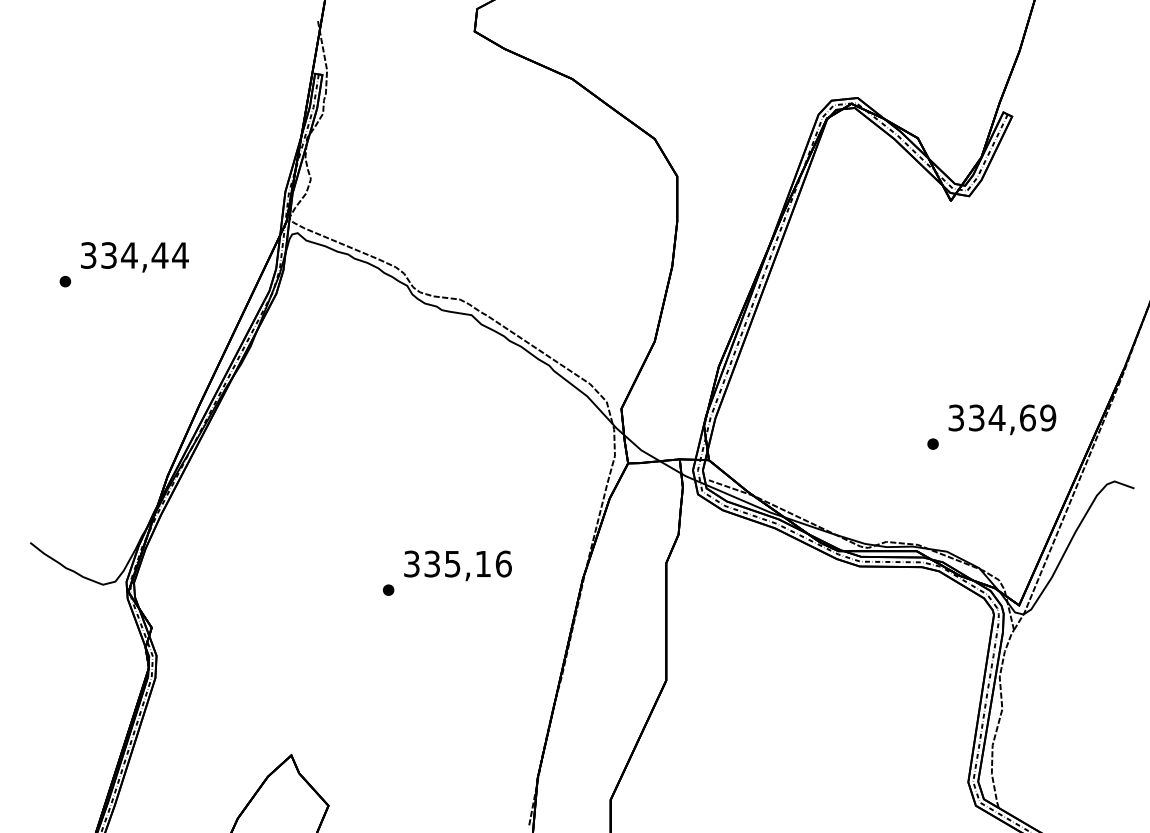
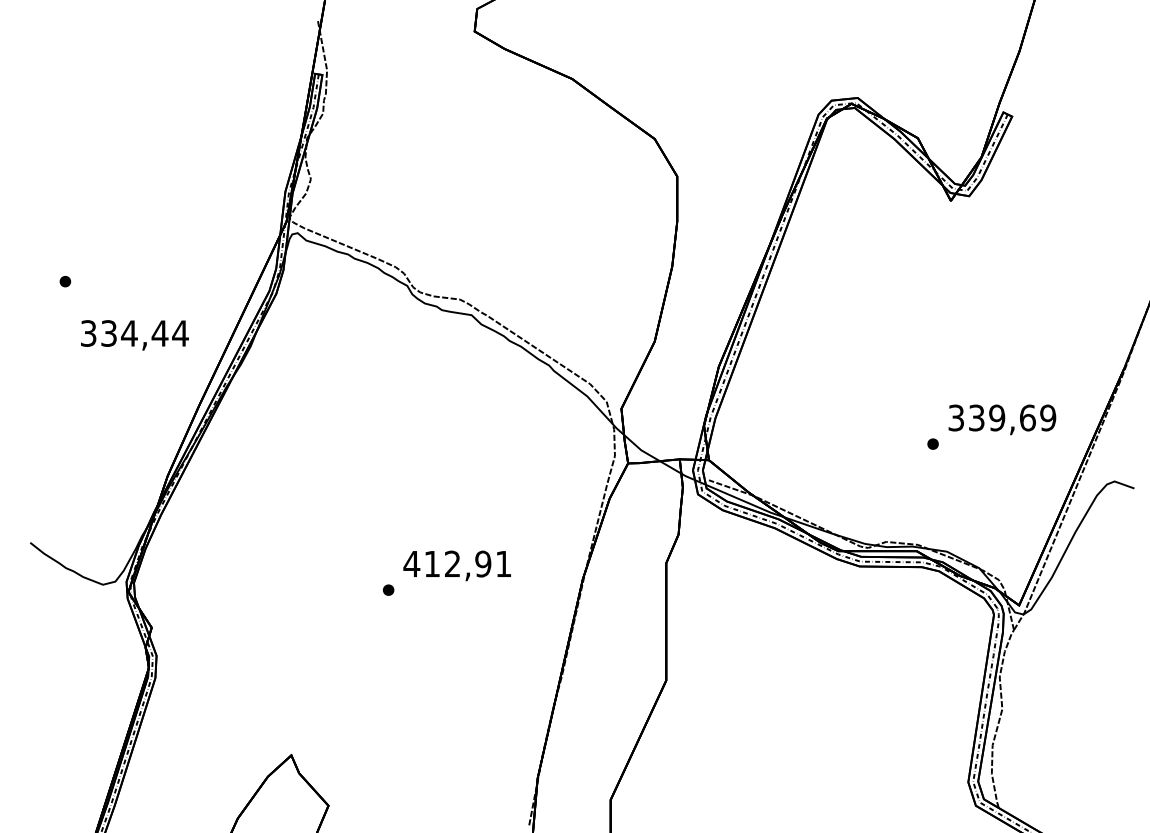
text at (134, 257) position: (134, 257) -> (134, 335)
text at (996, 417): 334,69 -> 339,69
text at (457, 563): 335,16 -> 412,91
